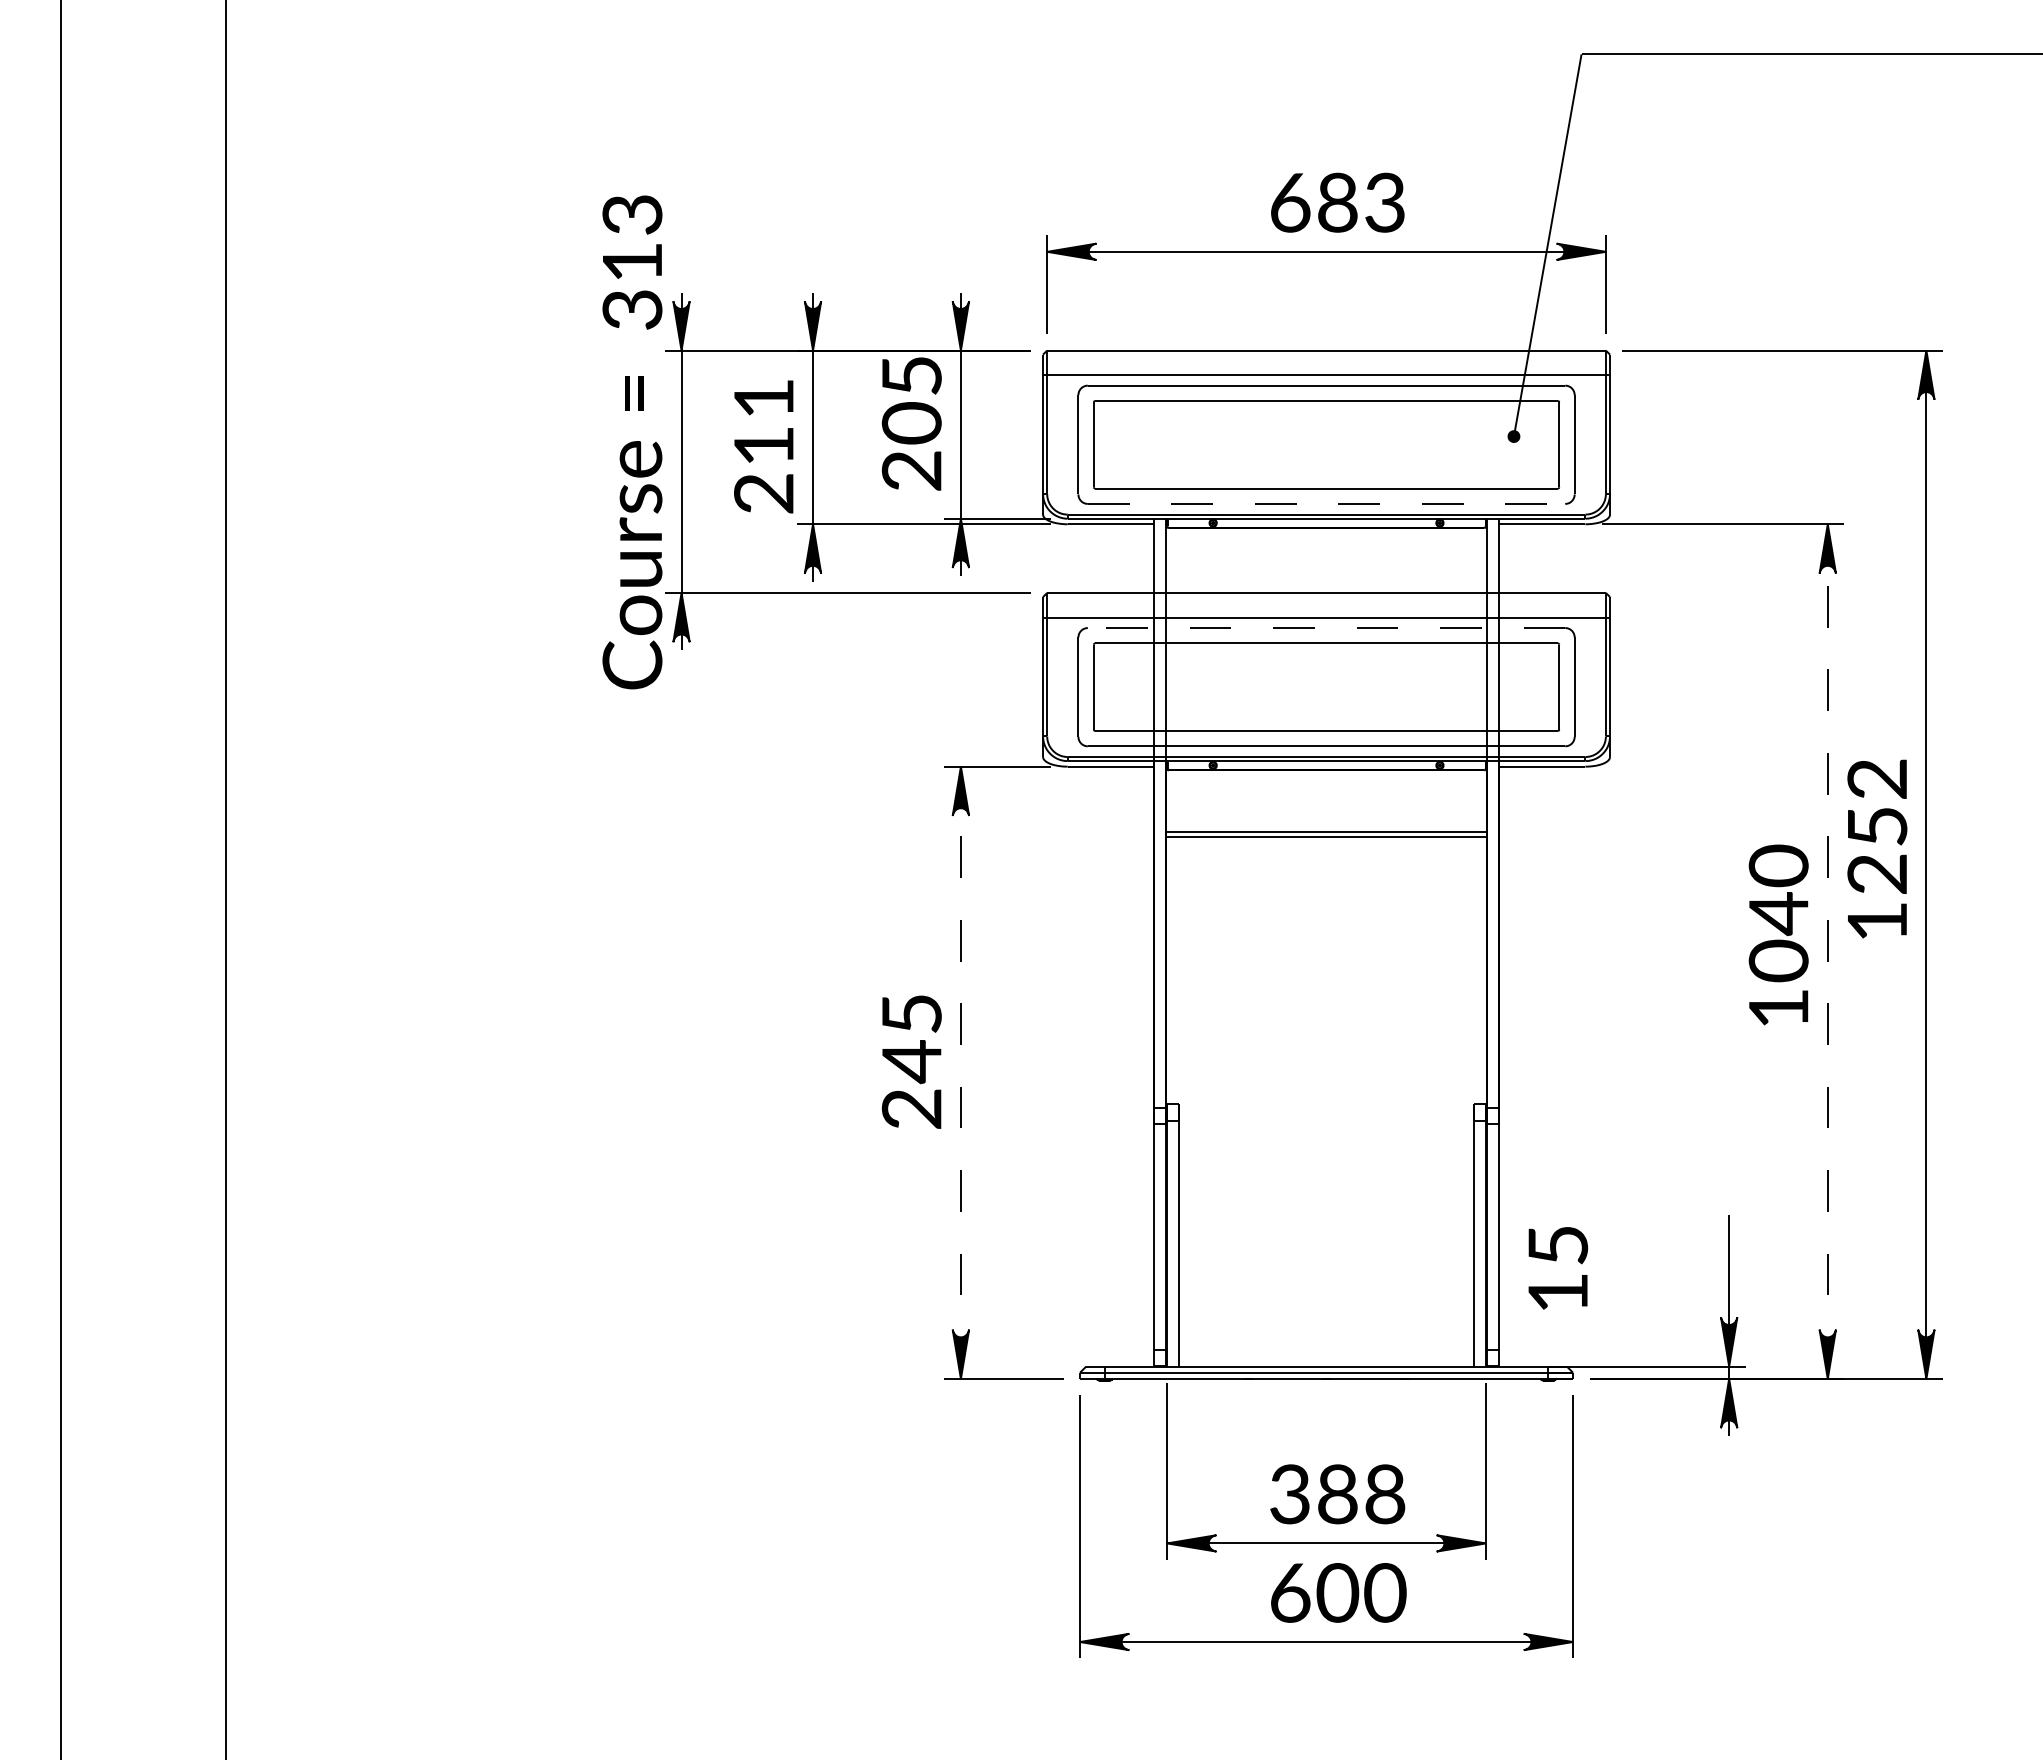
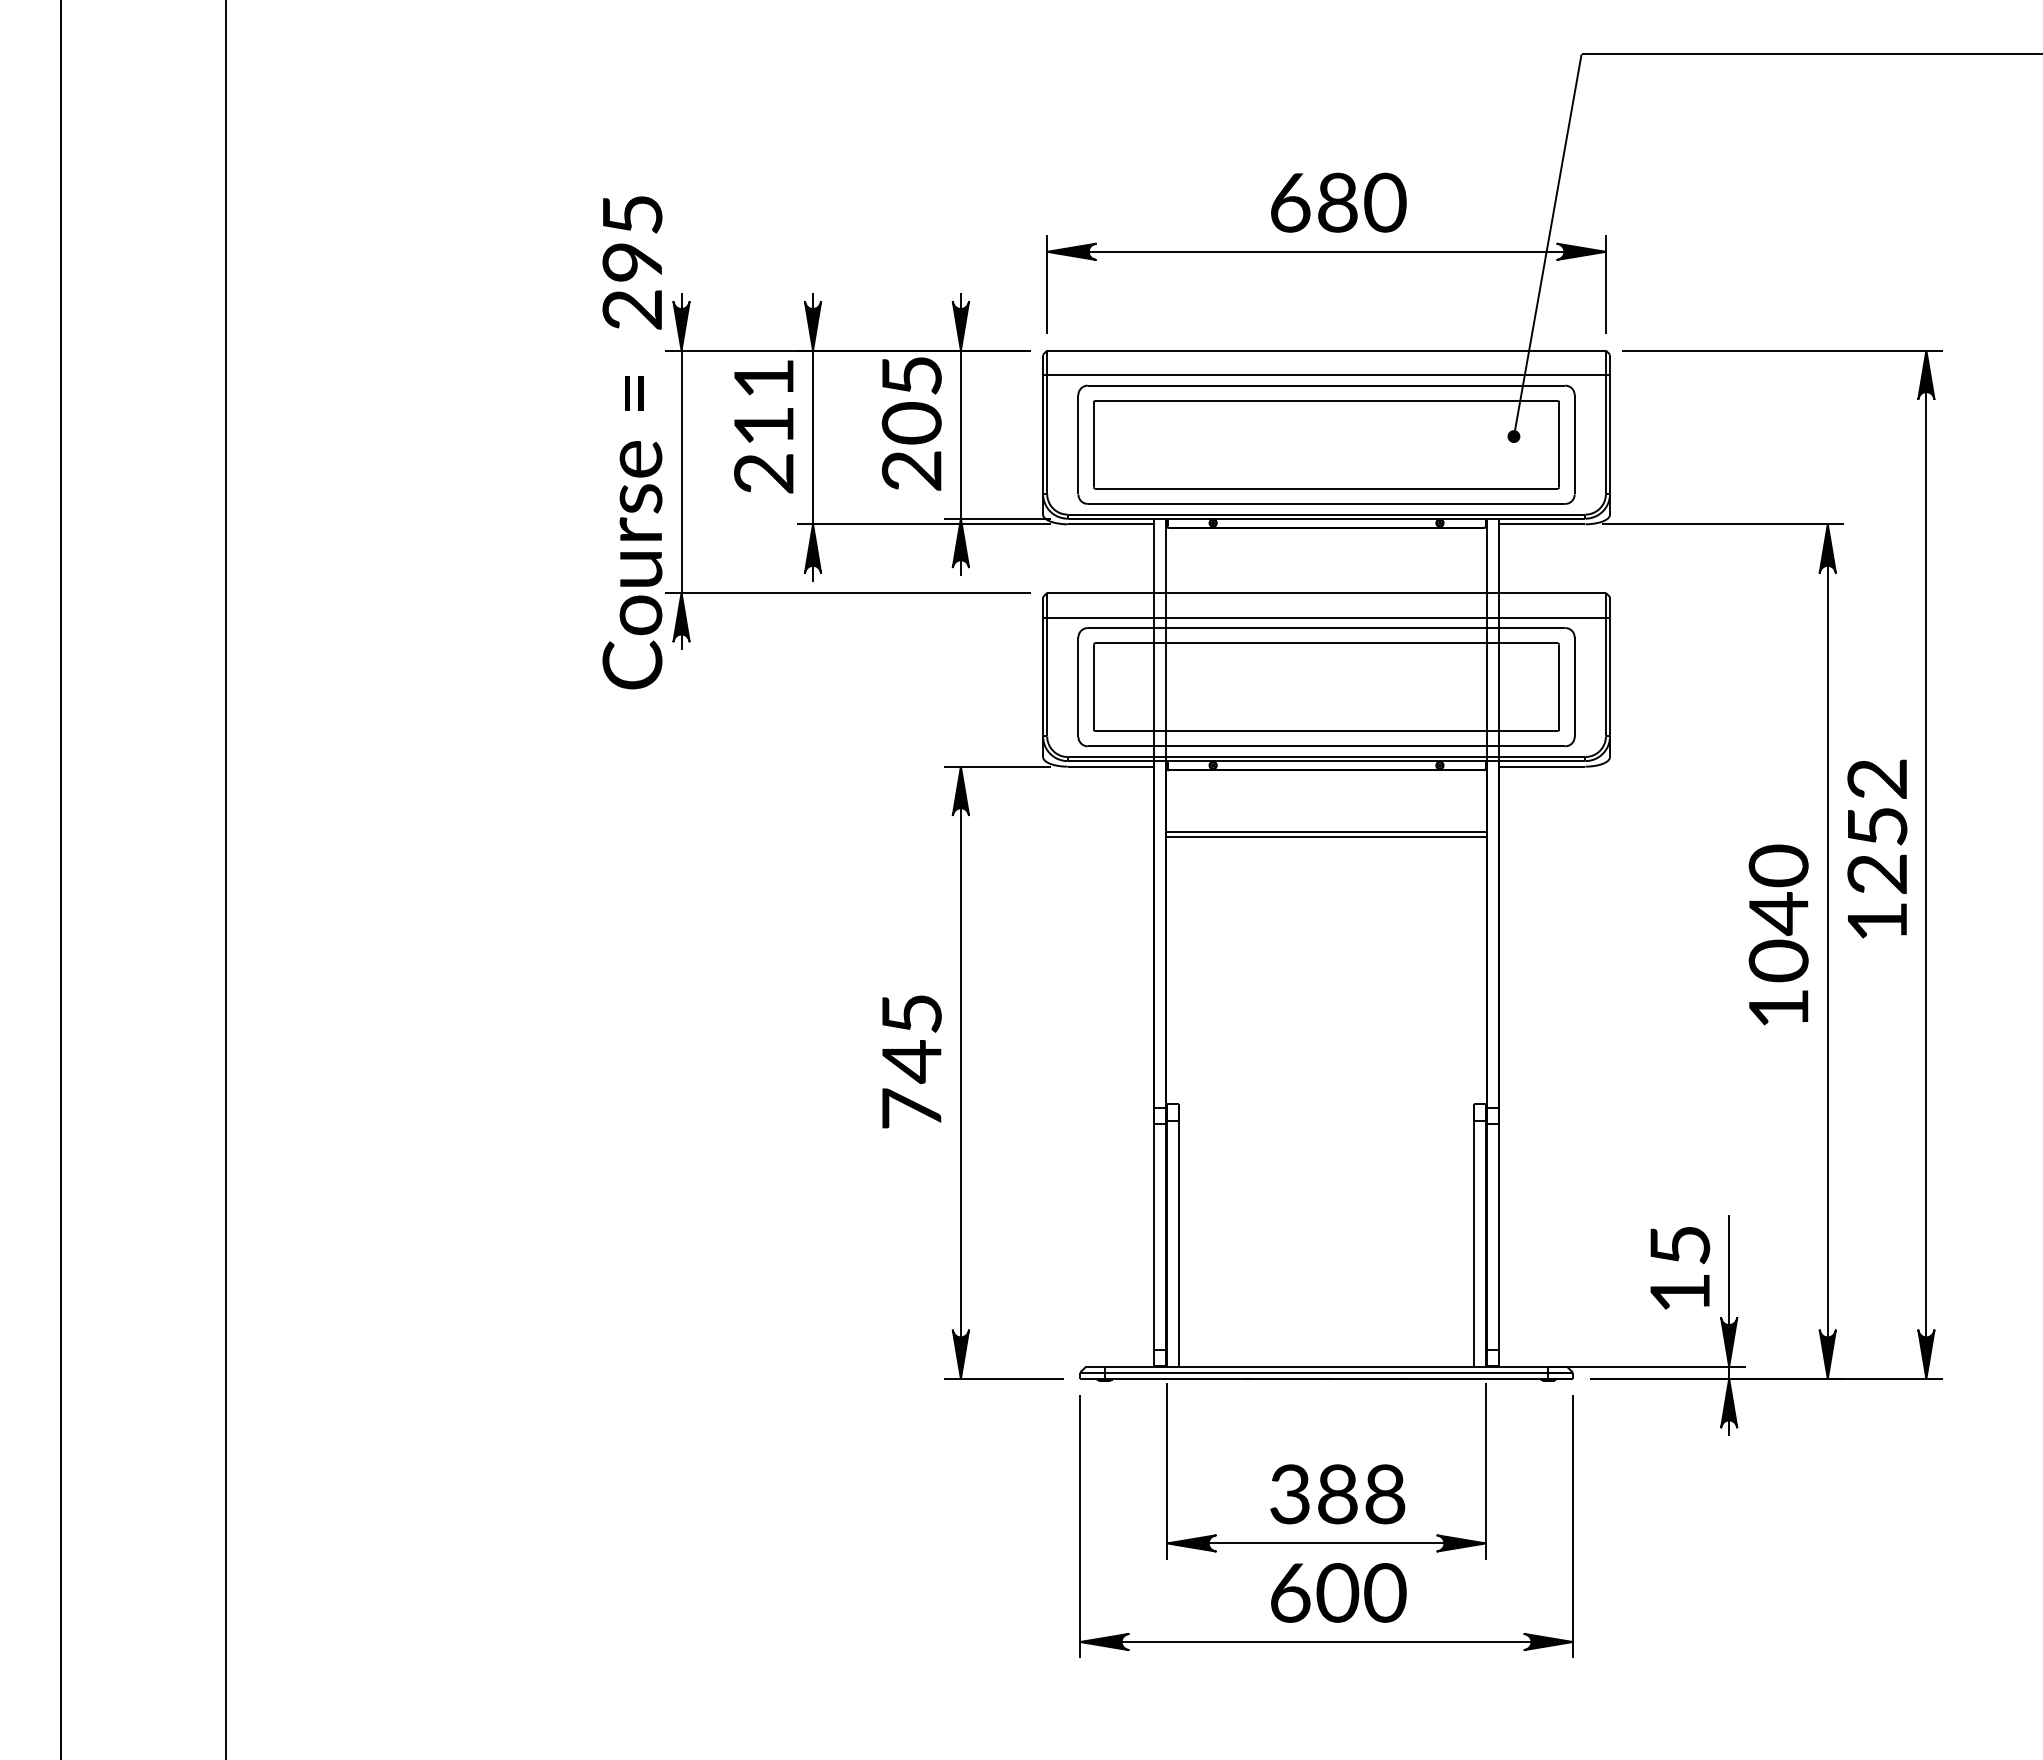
text at (1385, 202): 683 -> 680
text at (632, 262): 313 -> 295
text at (763, 446) position: (763, 446) -> (763, 426)
line at (1326, 503): dashed -> solid
line at (1326, 628): dashed -> solid
line at (1827, 951): dashed -> solid
line at (960, 1072): dashed -> solid
text at (911, 1108): 245 -> 745
text at (1558, 1268) position: (1558, 1268) -> (1680, 1268)
